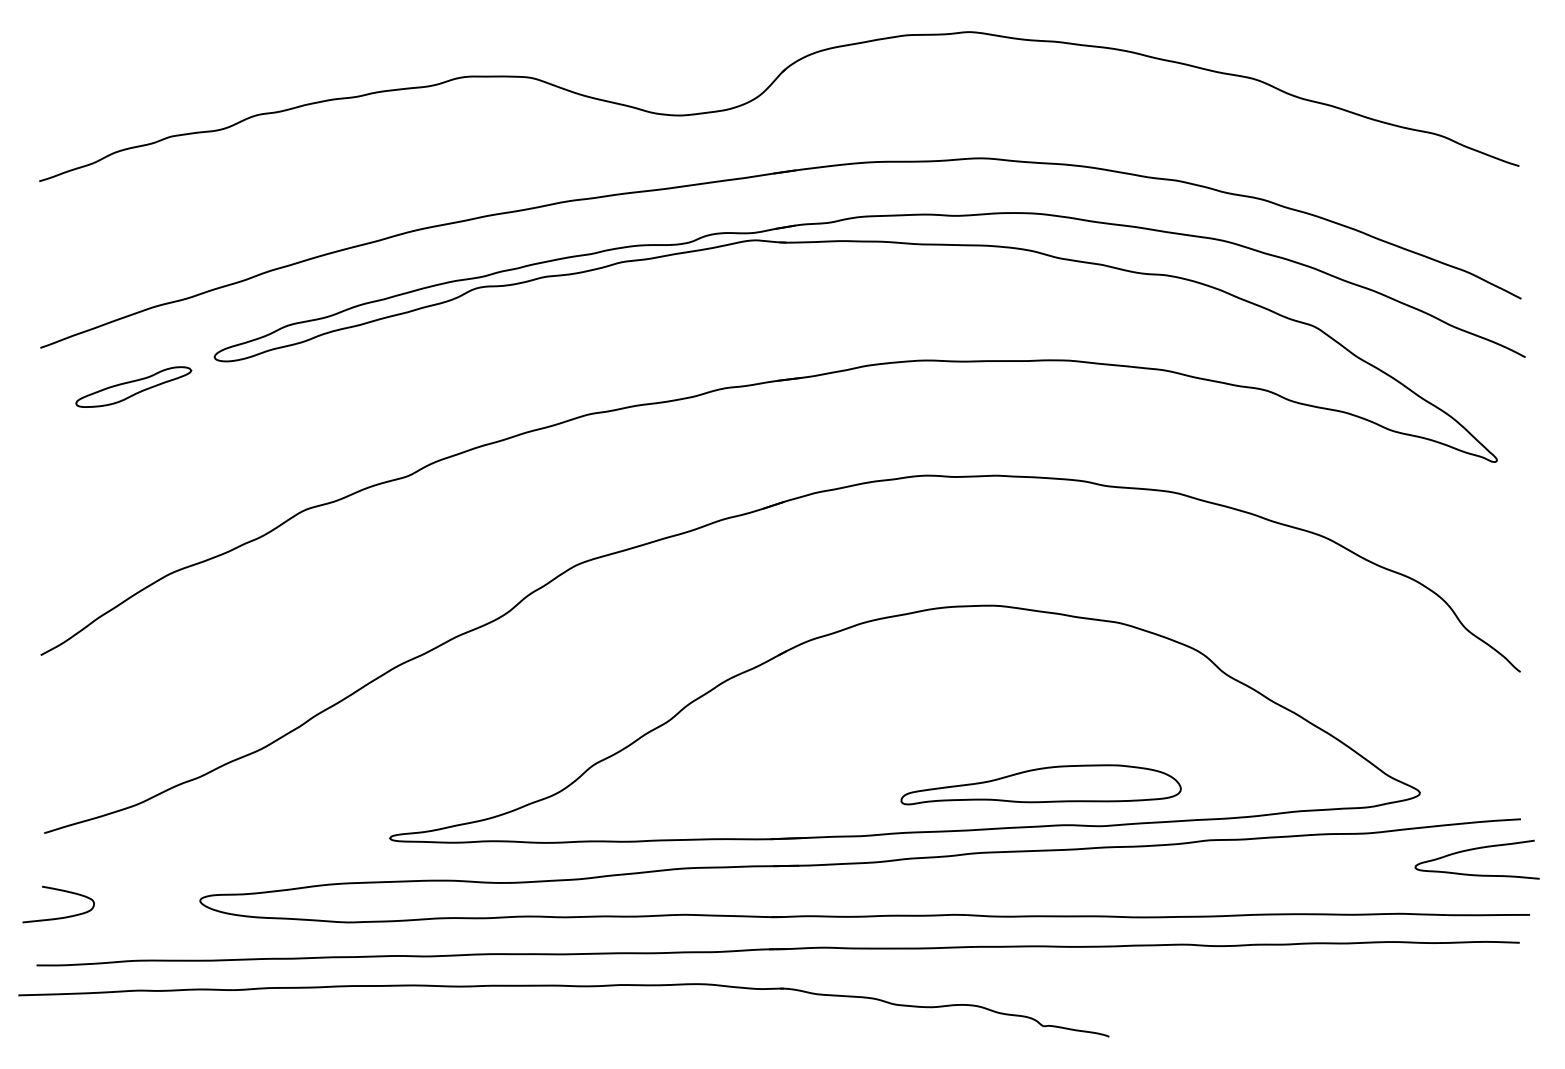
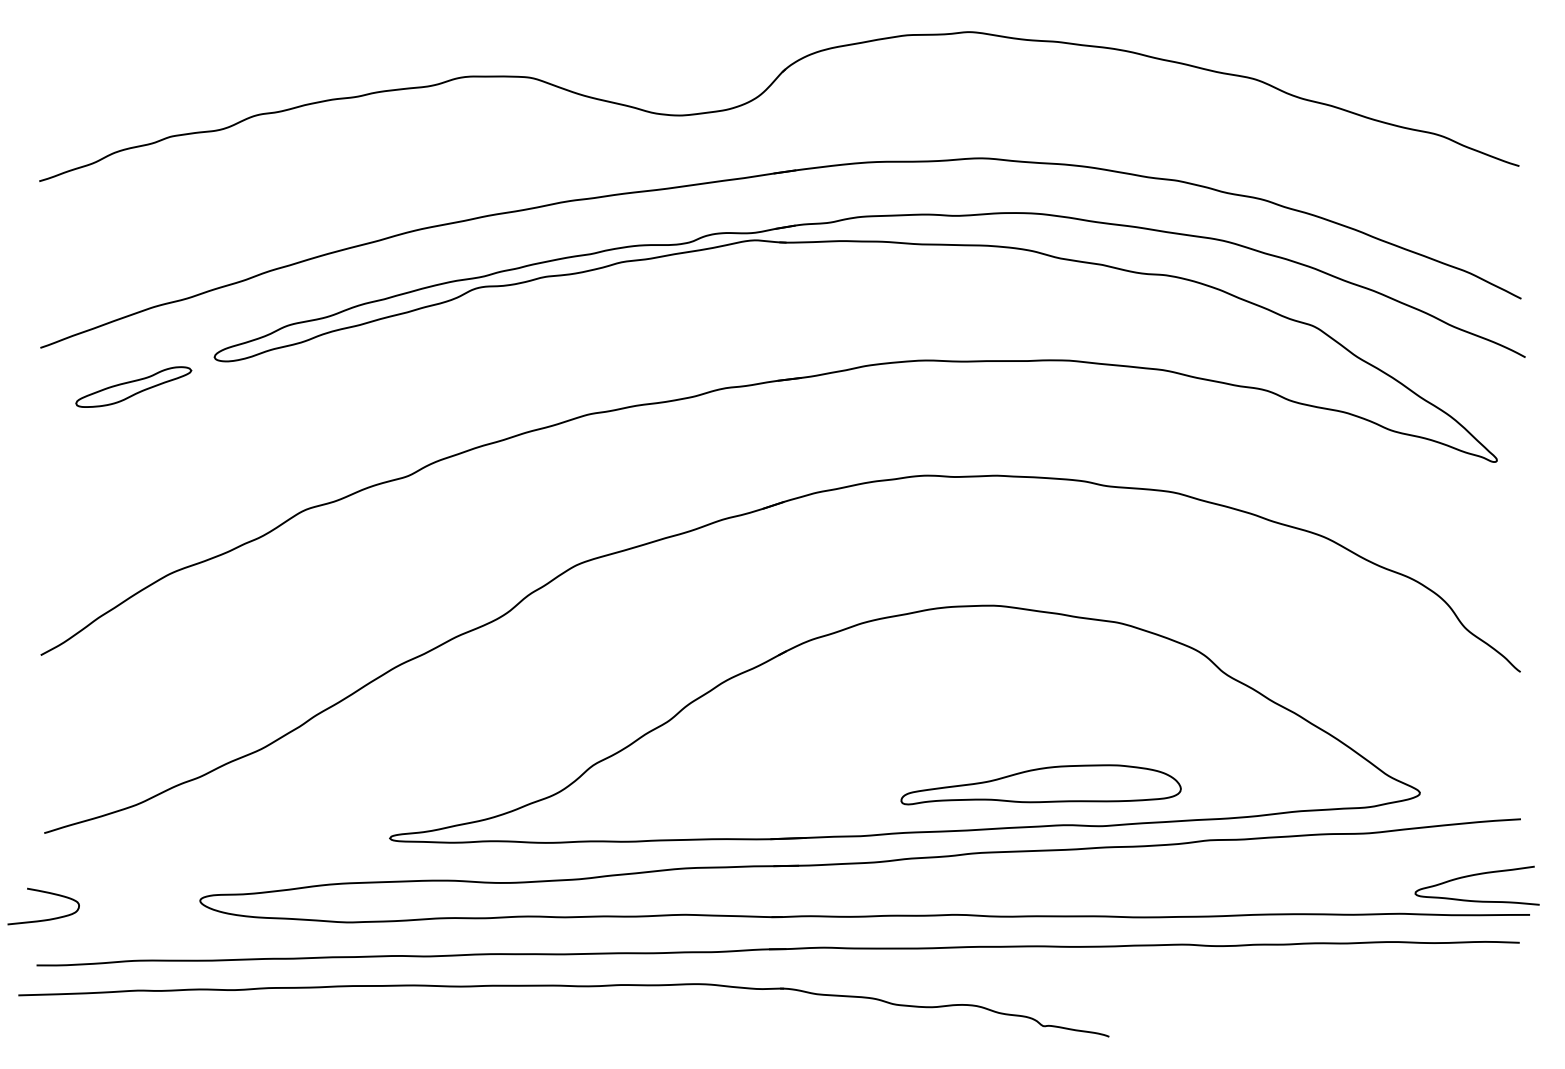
curve at (1472, 850) position: (1472, 850) -> (1472, 876)
curve at (58, 917) position: (58, 917) -> (43, 919)
